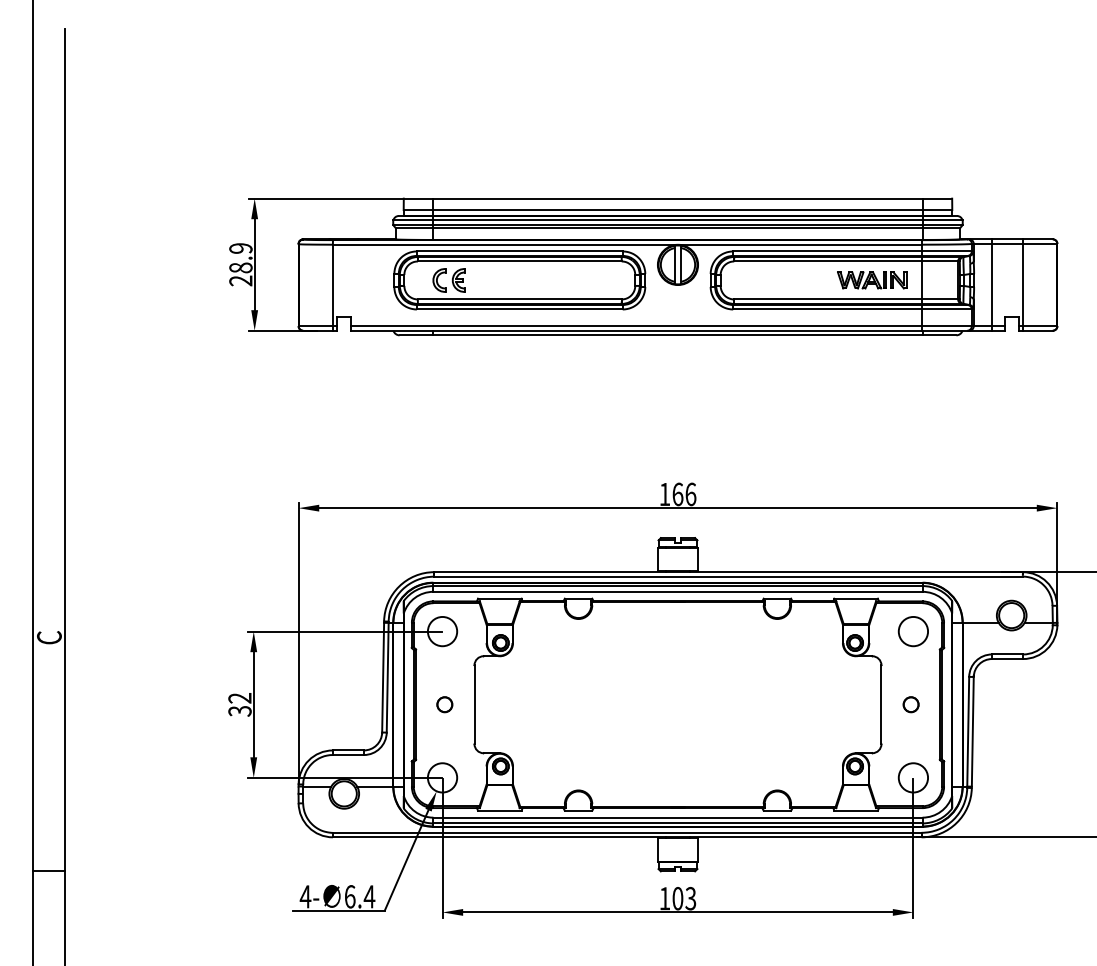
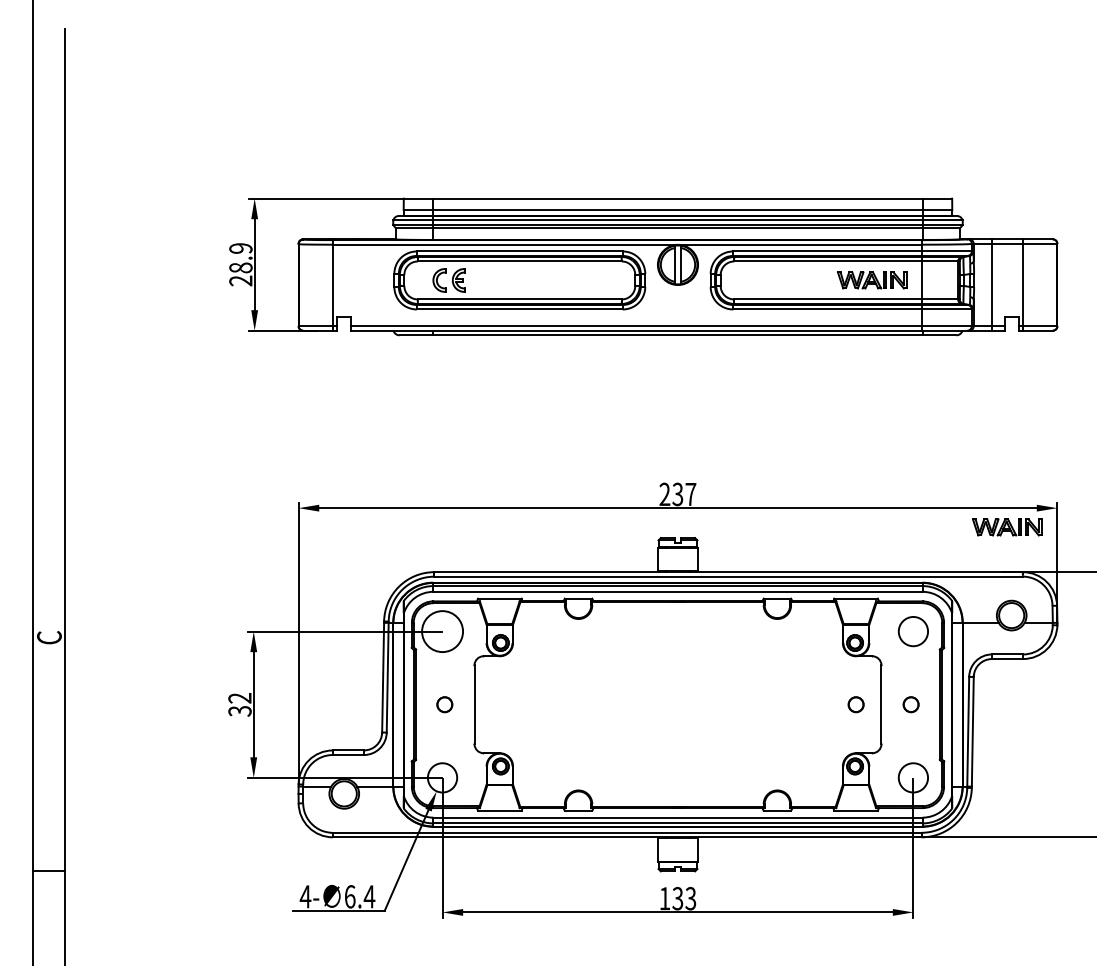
text at (677, 494): 166 -> 237
part at (1007, 527): none -> present
circle at (442, 631) diameter: 29 px -> 41 px
circle at (855, 704): none -> present
text at (677, 898): 103 -> 133
